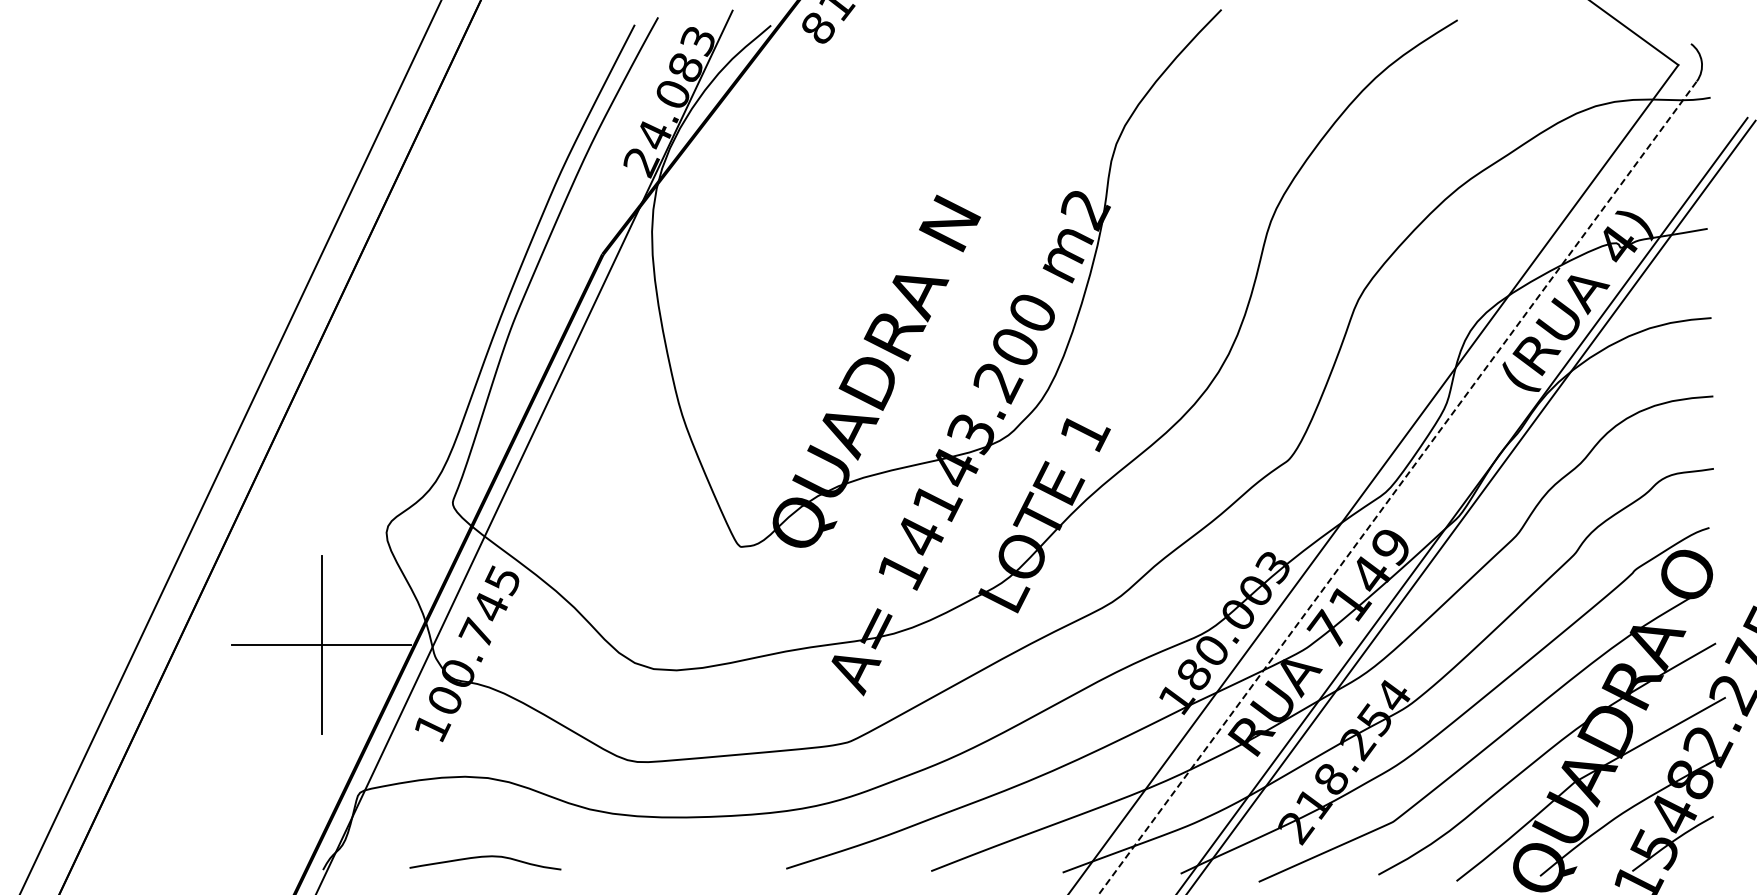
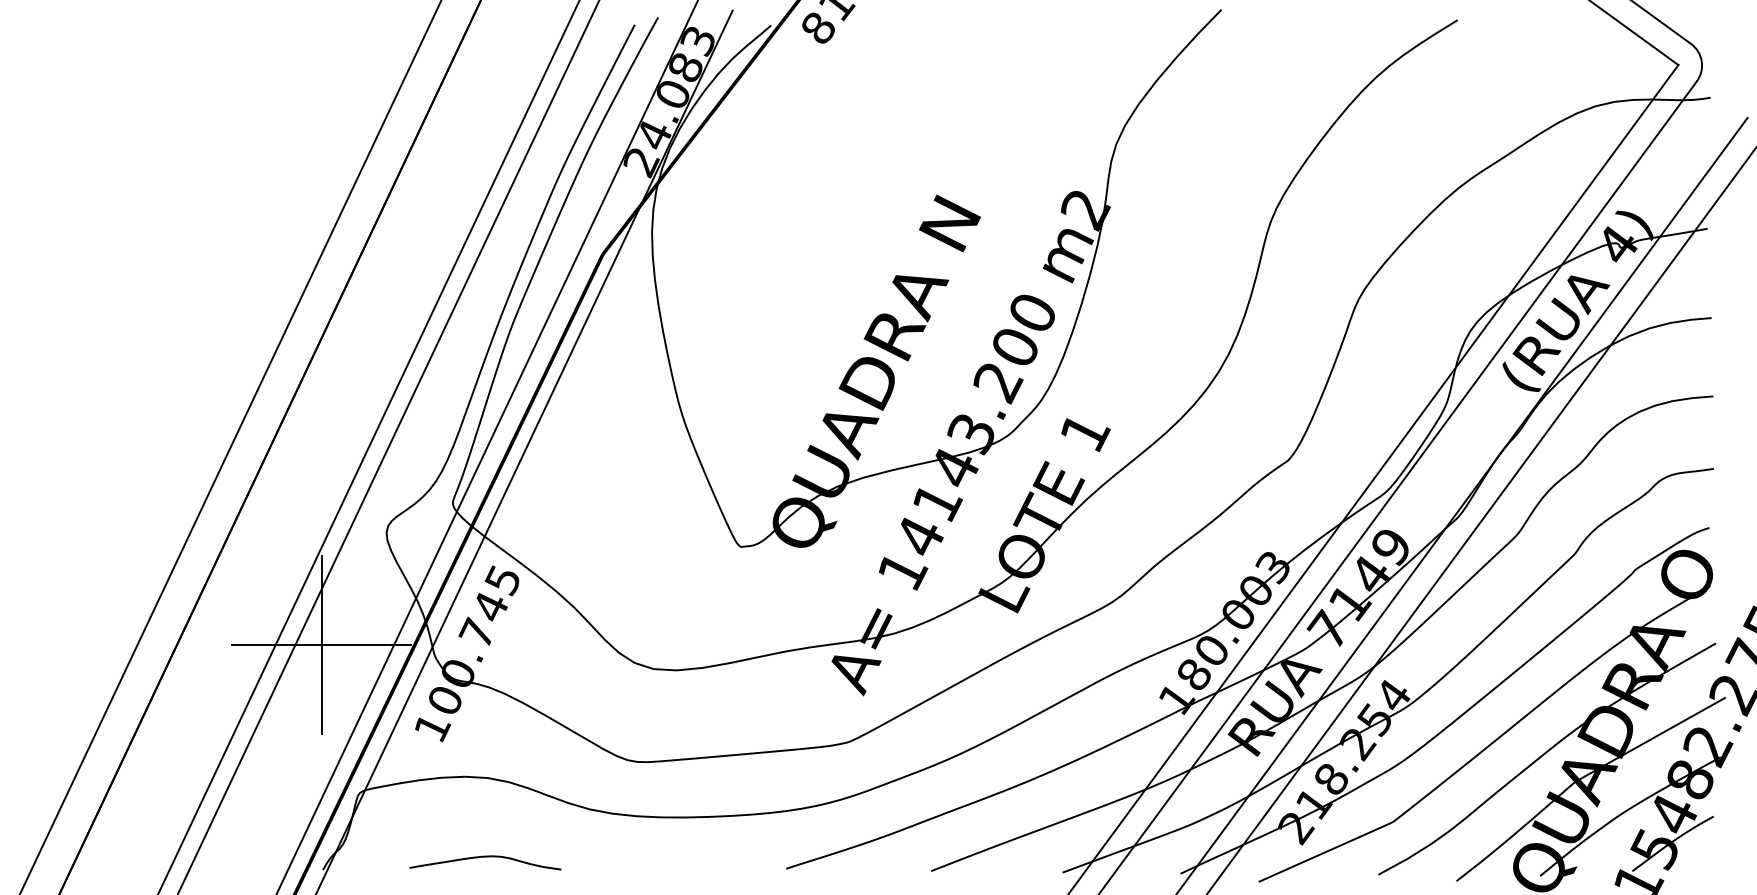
line at (1662, 22): none -> present
line at (368, 446): none -> present
line at (388, 446): none -> present
line at (487, 446): none -> present
line at (1397, 488): dashed -> solid
line at (1470, 507) position: (1470, 507) -> (1481, 520)
